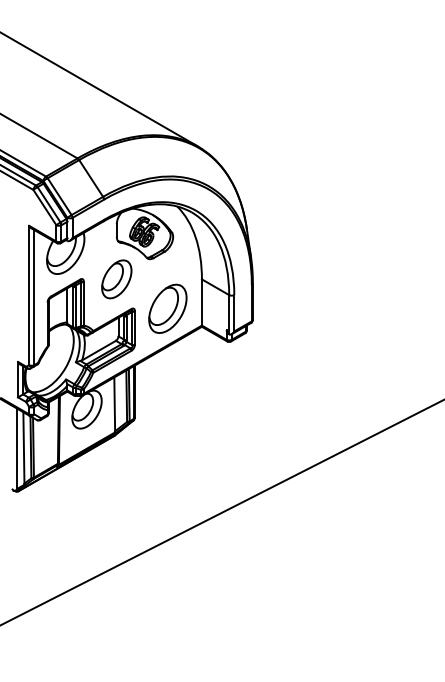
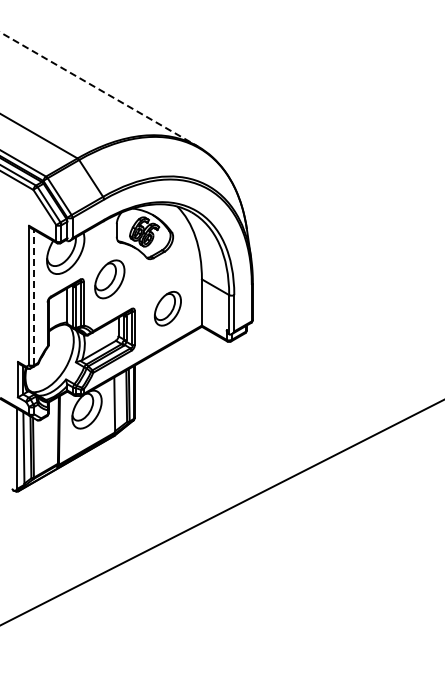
line at (99, 89): solid -> dashed
part at (116, 279) position: (116, 279) -> (109, 279)
line at (34, 297): solid -> dashed
part at (167, 308) size: 40x51 px -> 28x36 px
